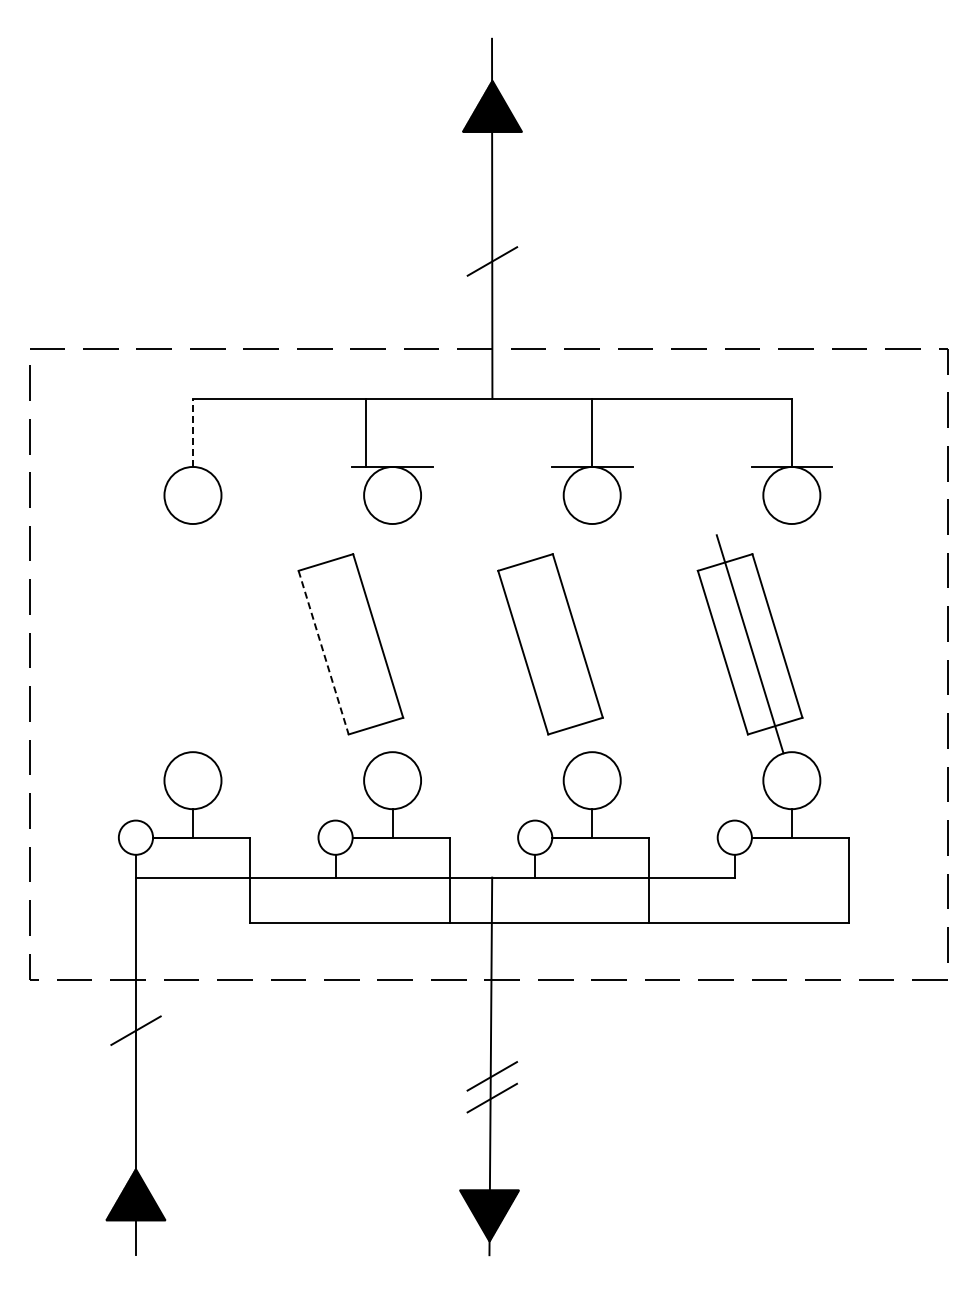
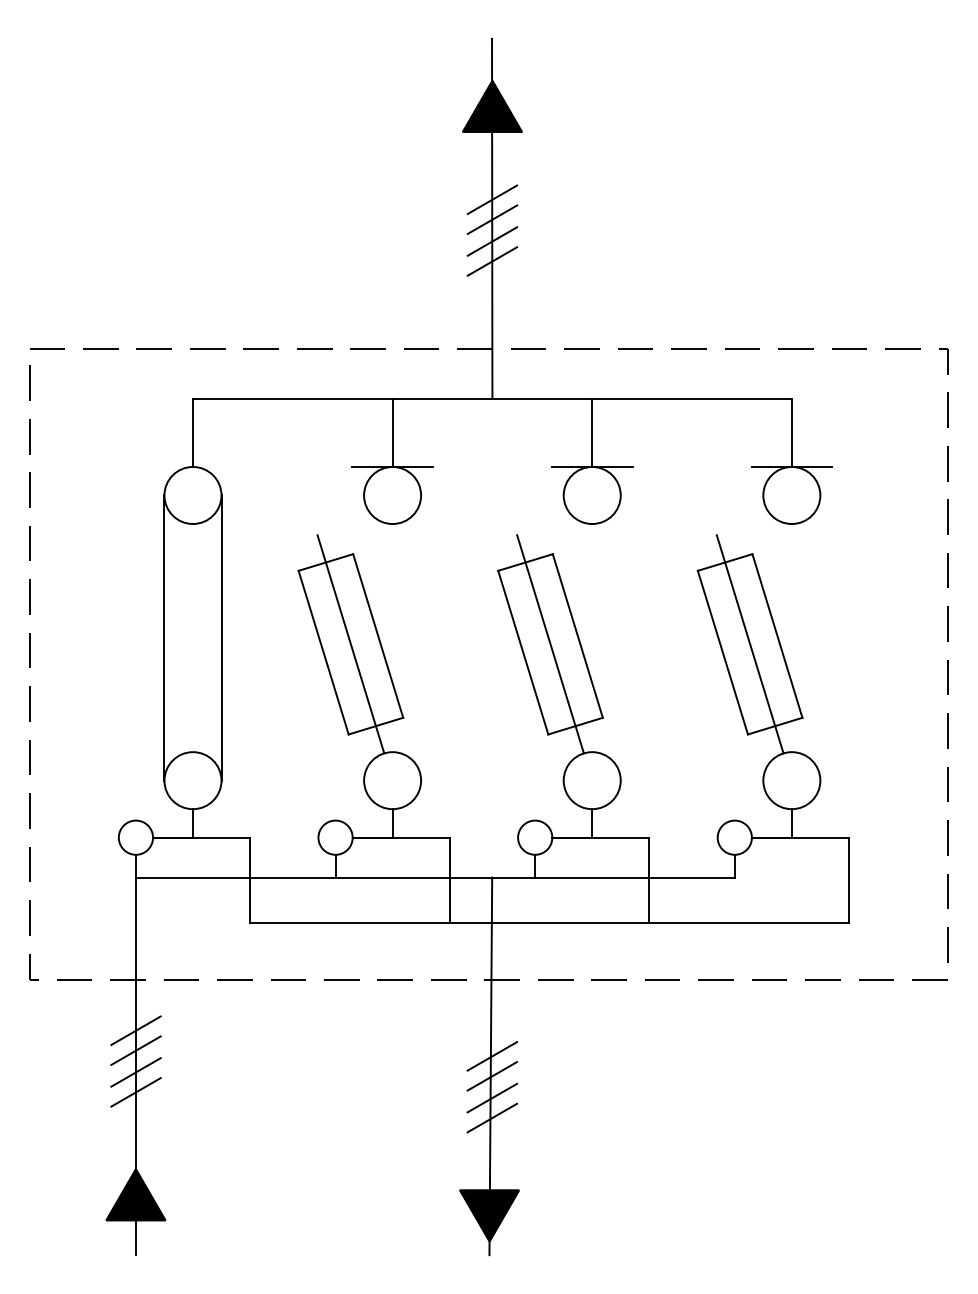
line at (492, 199): none -> present
line at (492, 219): none -> present
line at (492, 241): none -> present
line at (192, 432): dashed -> solid
line at (365, 432) position: (365, 432) -> (392, 432)
line at (164, 637): none -> present
line at (221, 637): none -> present
line at (350, 644): none -> present
line at (550, 644): none -> present
line at (323, 652): dashed -> solid
line at (135, 1050): none -> present
line at (492, 1056): none -> present
line at (135, 1072): none -> present
line at (135, 1092): none -> present
line at (492, 1117): none -> present
